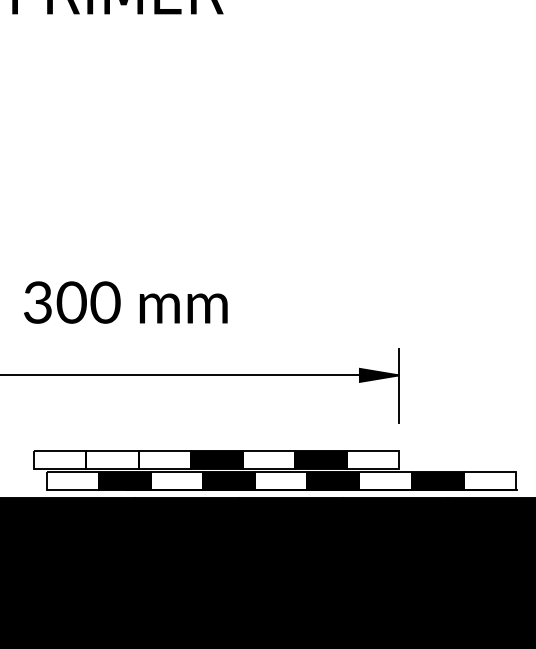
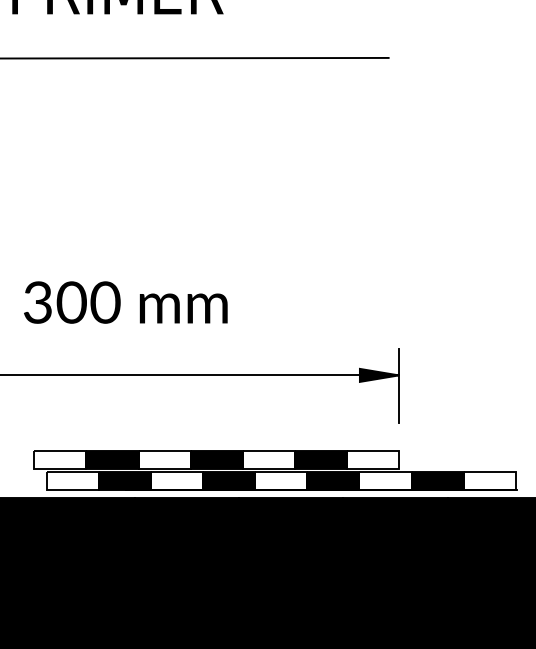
line at (195, 57): none -> present
fill at (112, 459): none -> present
